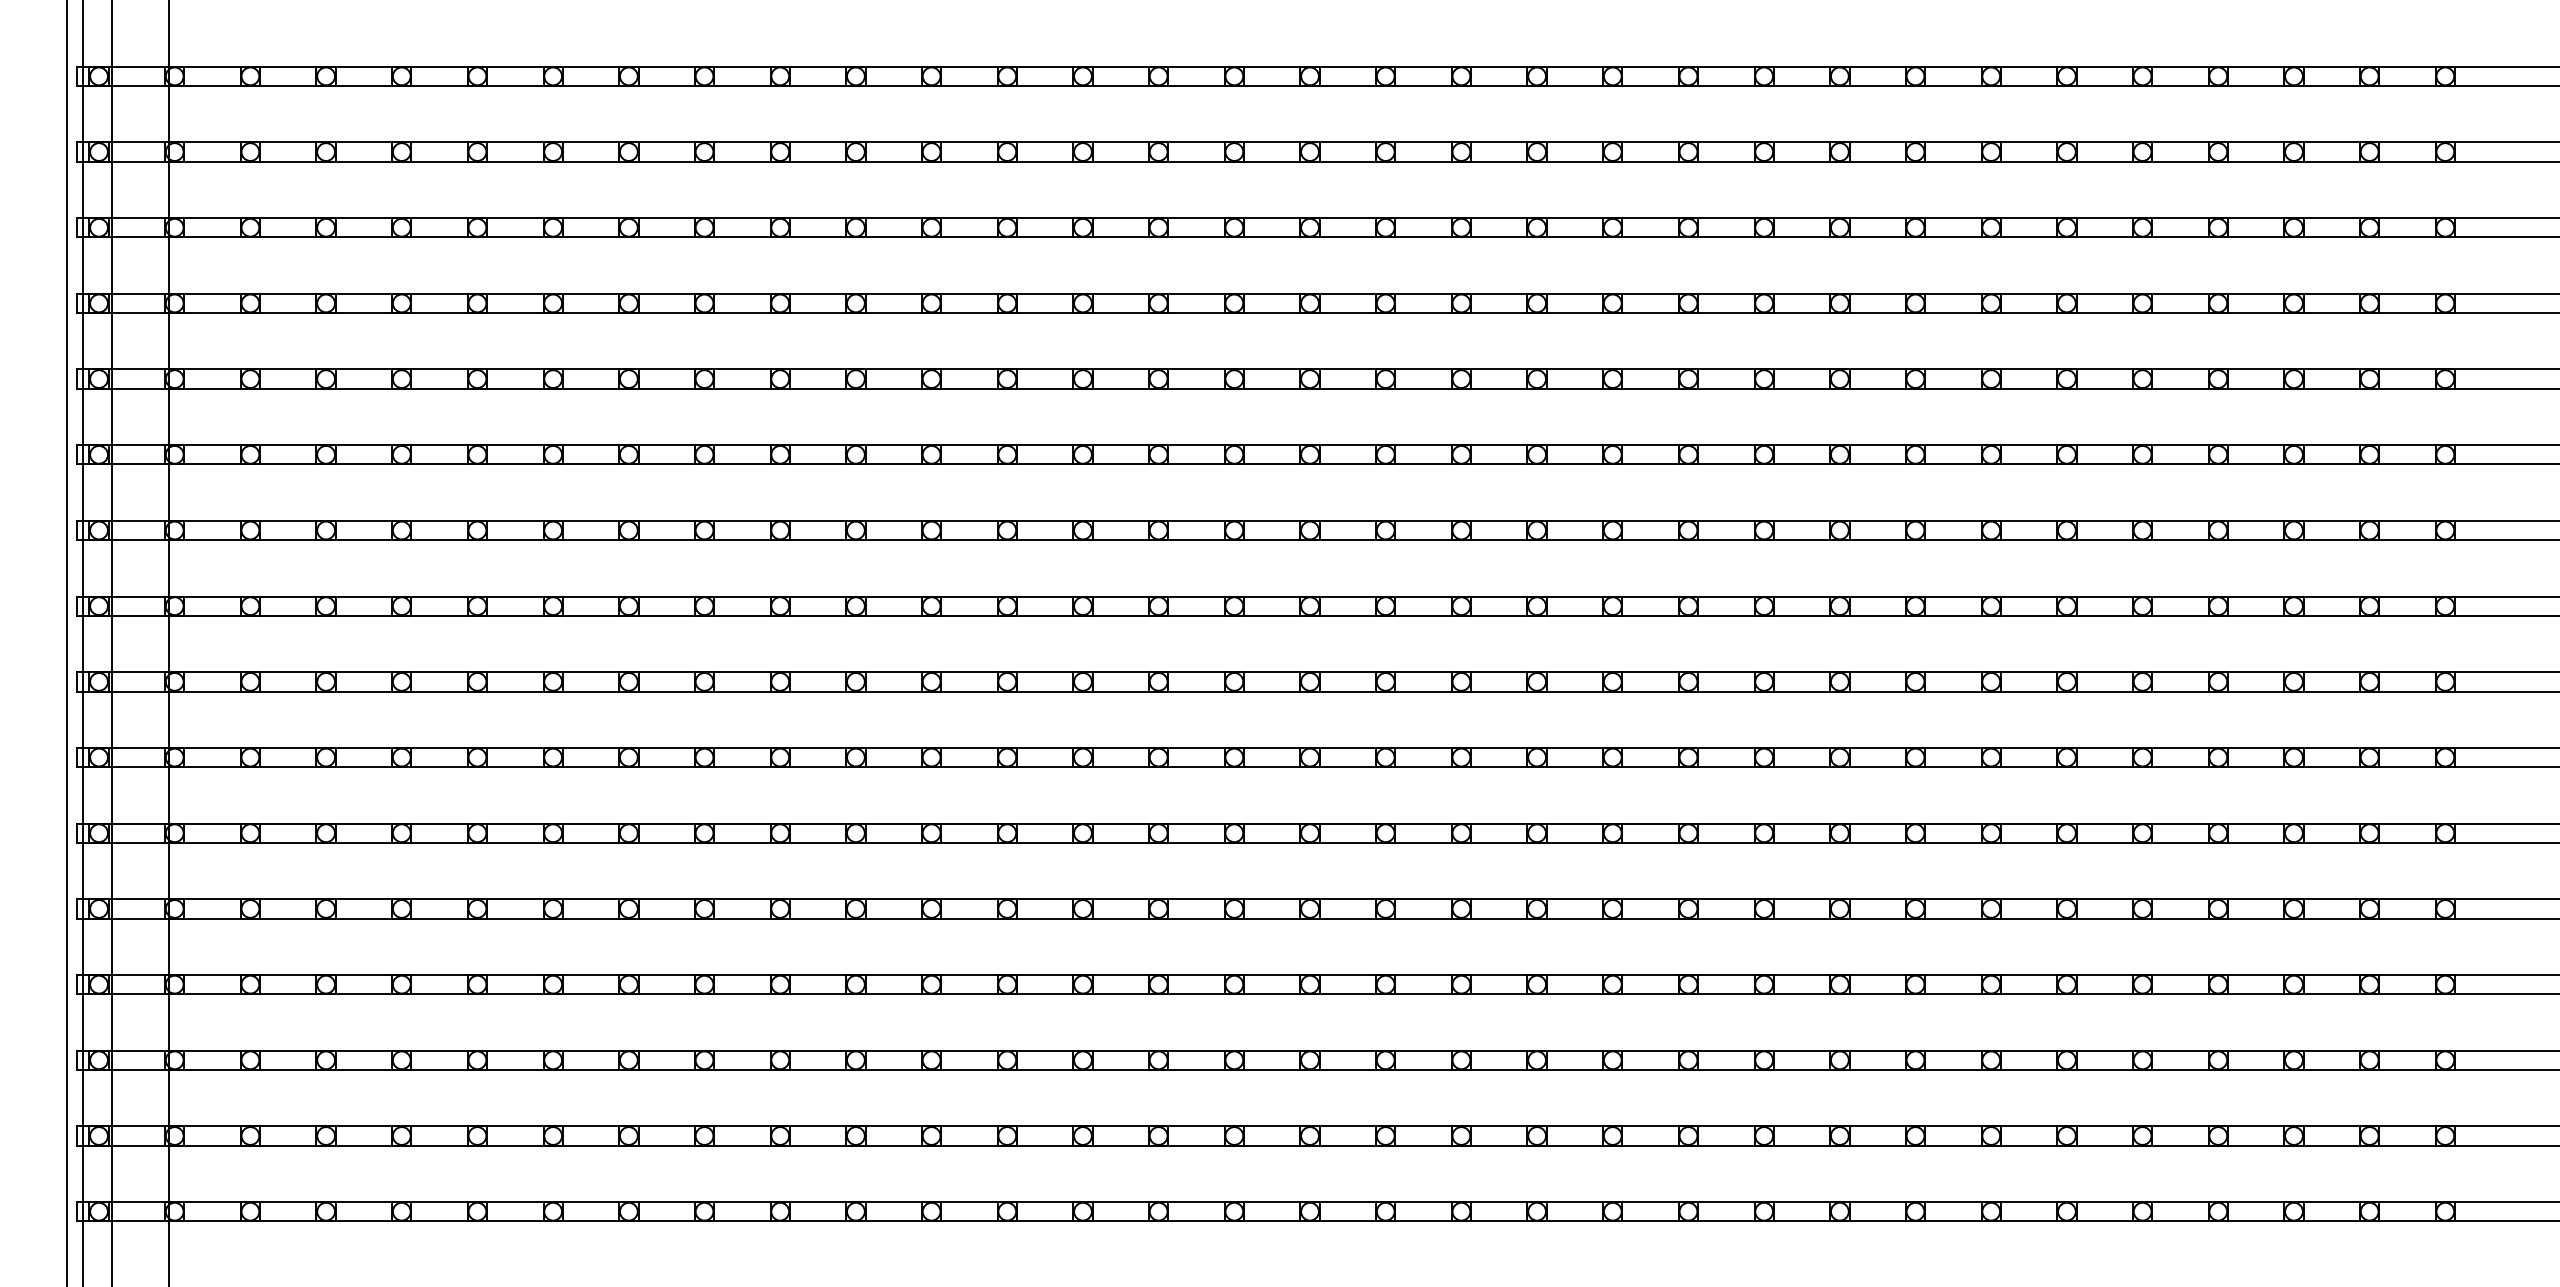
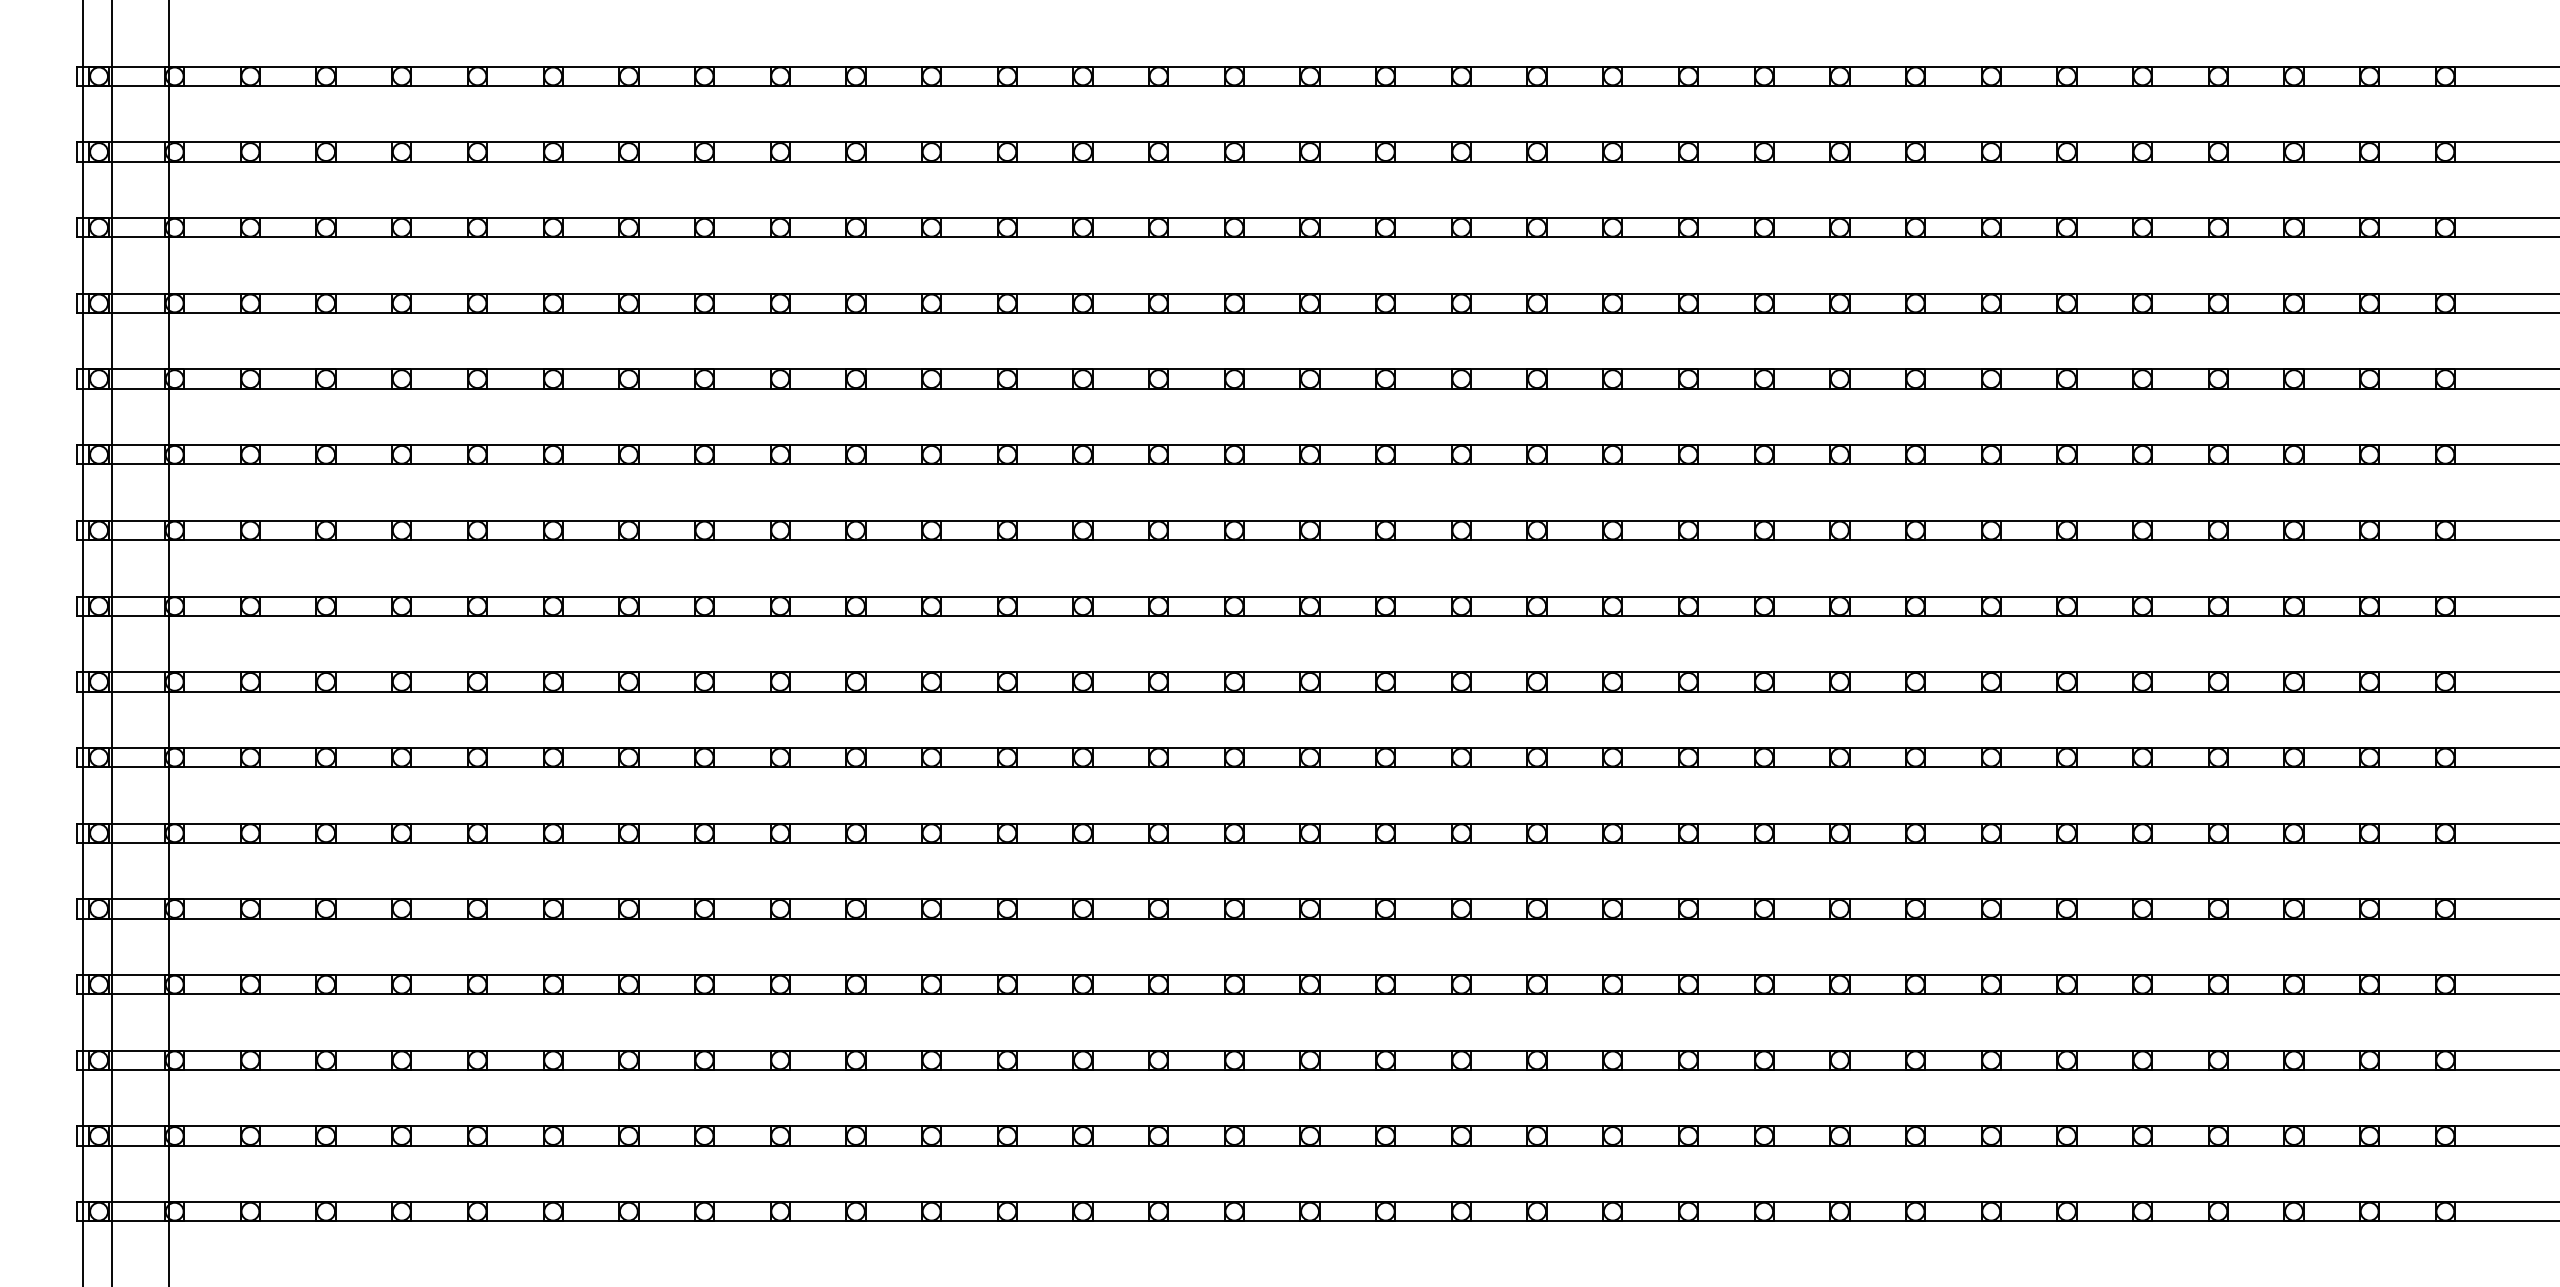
line at (67, 642): present -> none
